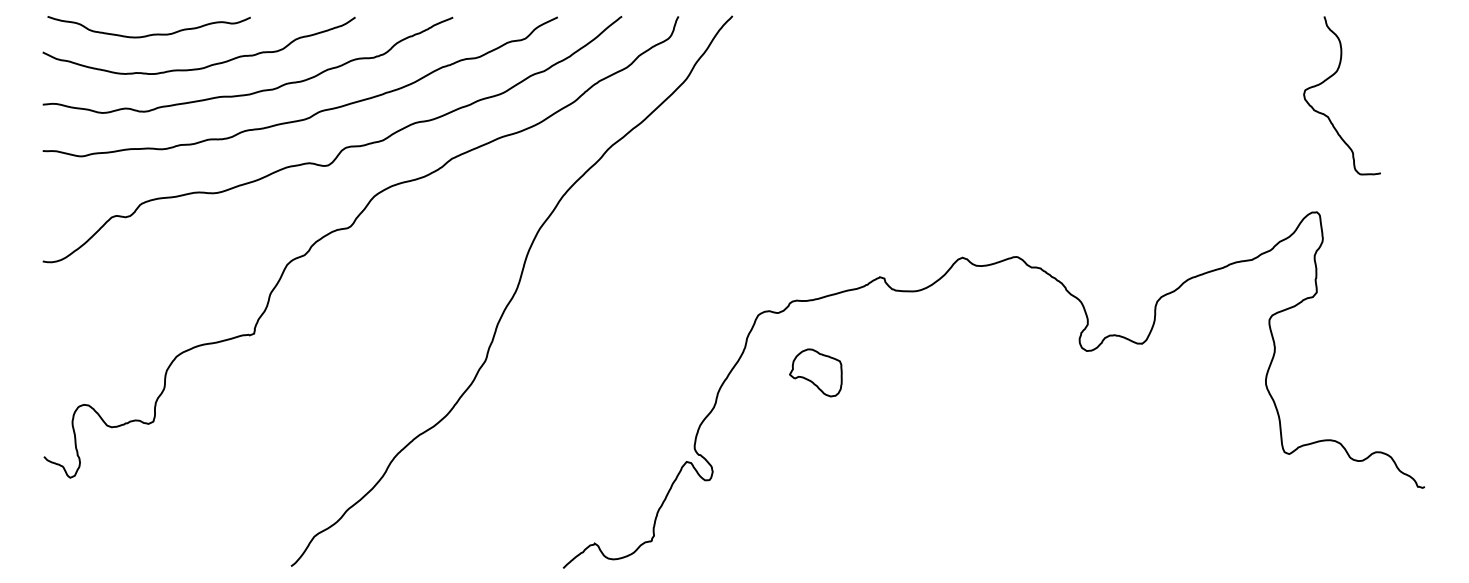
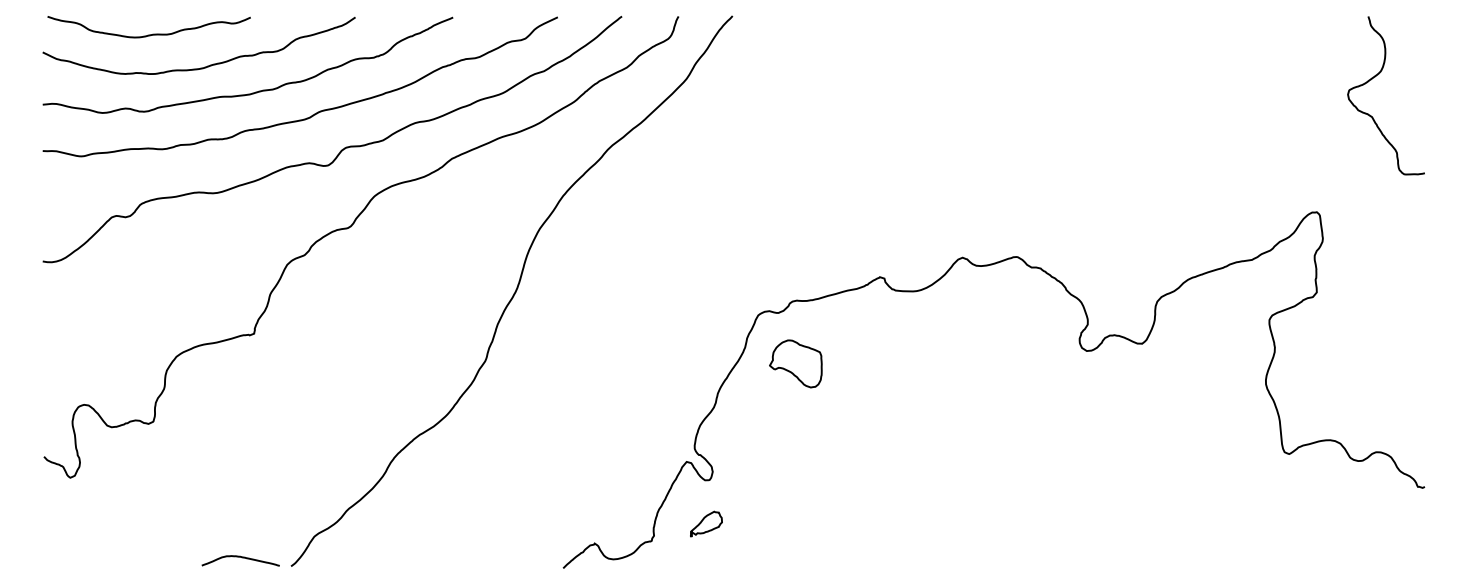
curve at (1327, 80) position: (1327, 80) -> (1371, 80)
part at (815, 372) position: (815, 372) -> (795, 363)
part at (706, 523): none -> present
curve at (242, 558): none -> present
